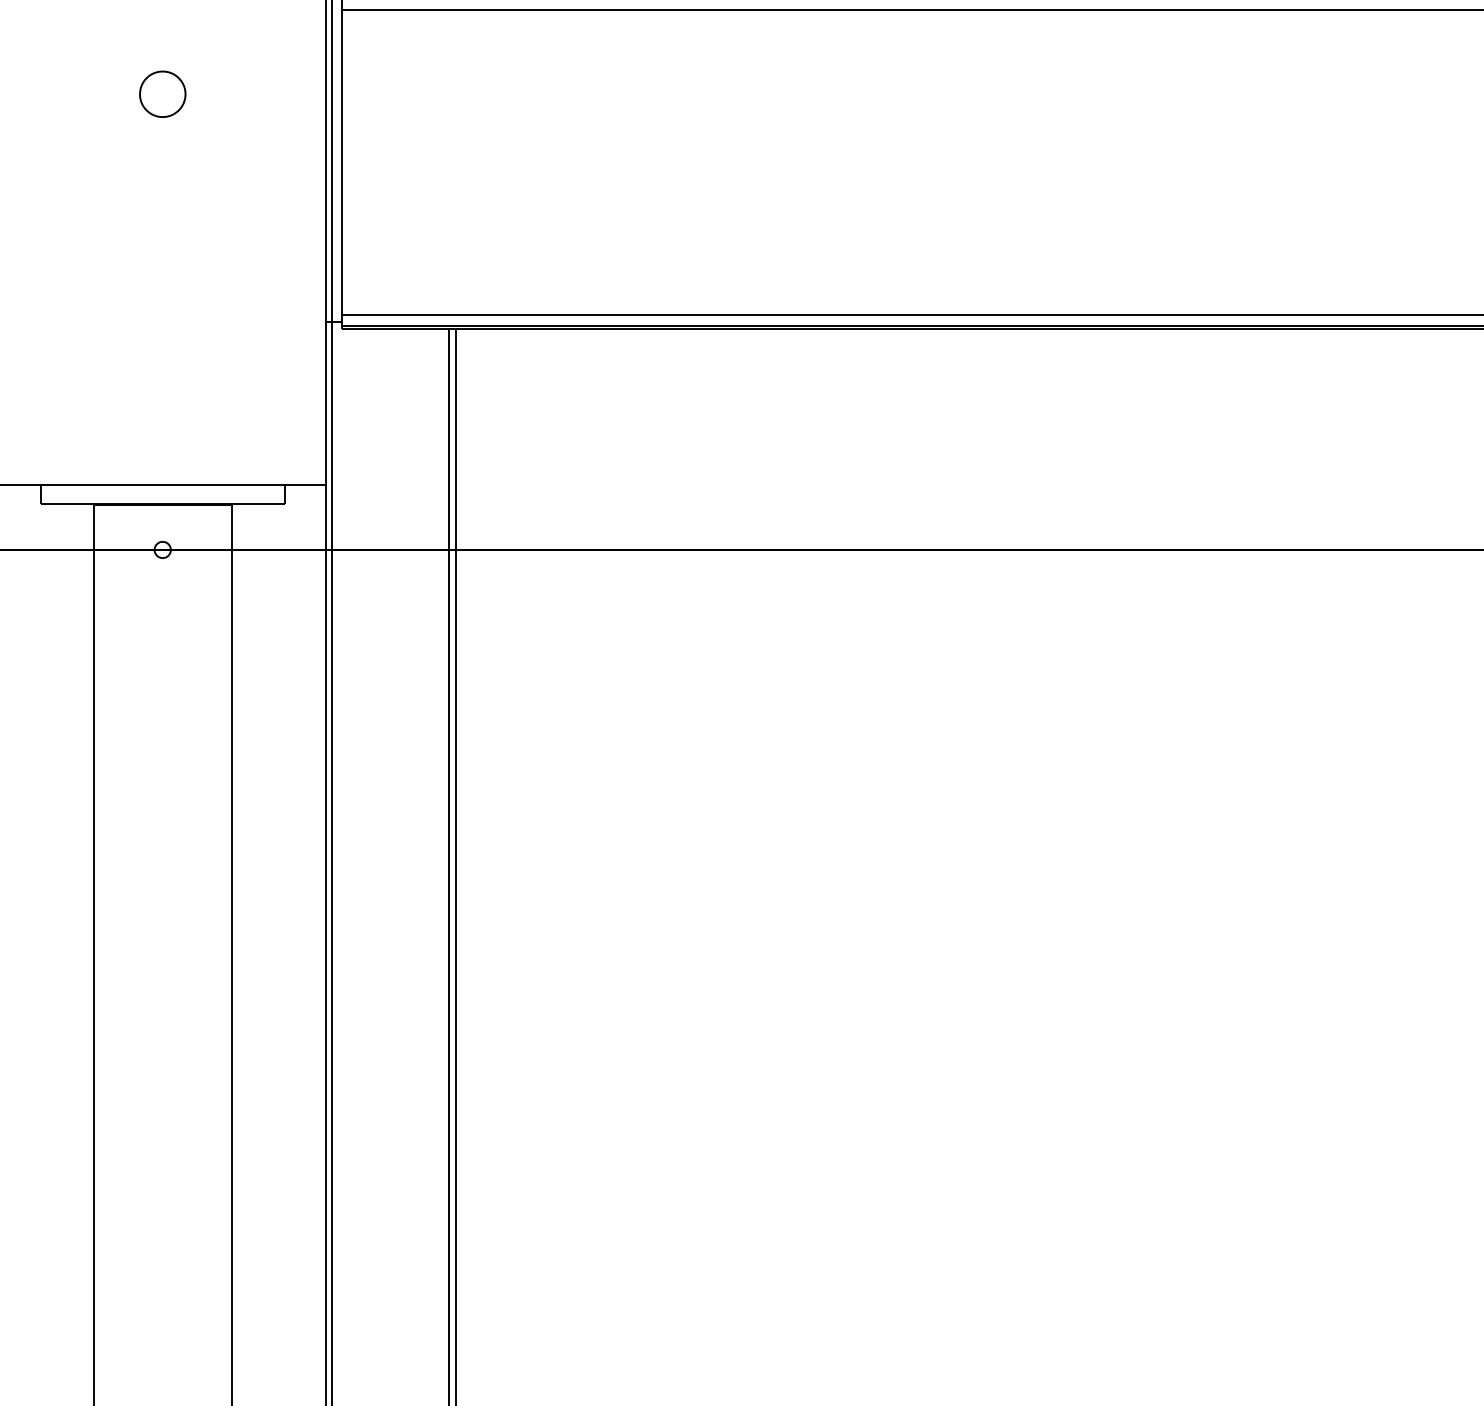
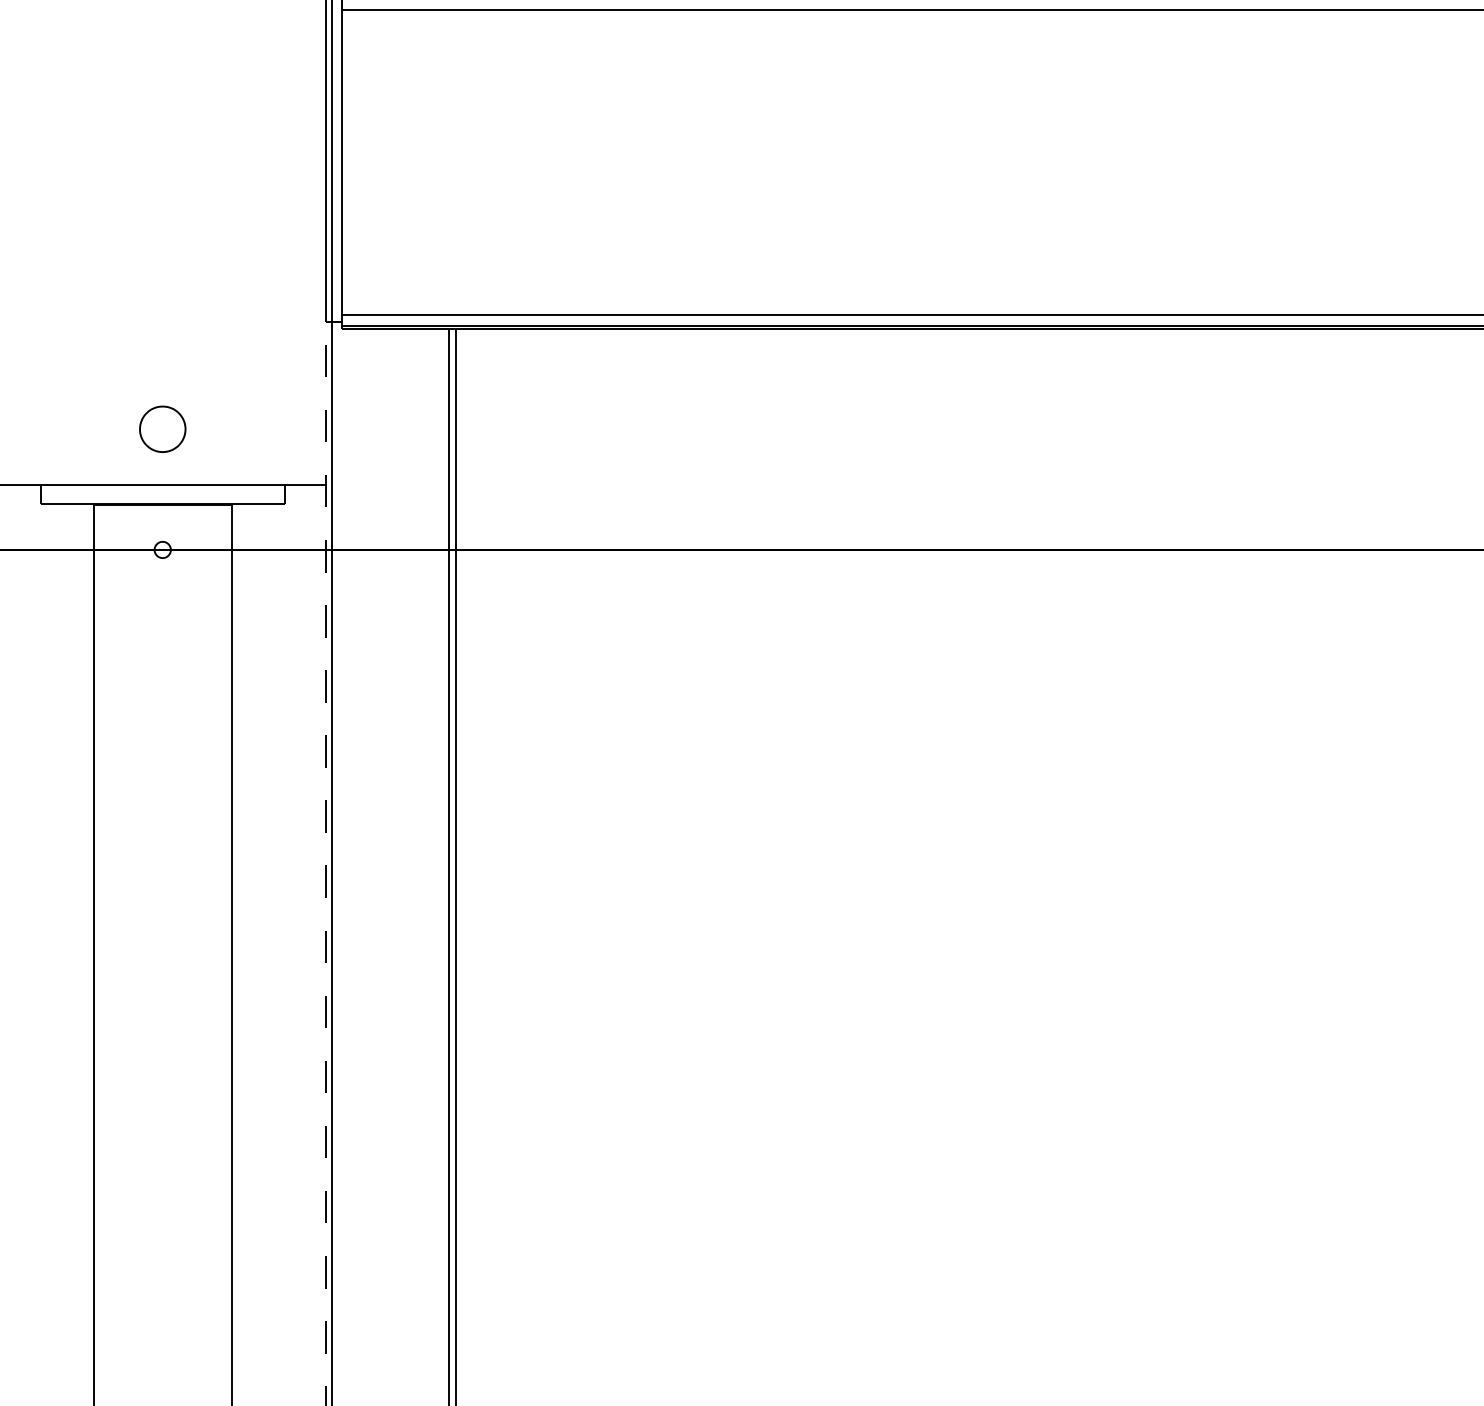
curve at (157, 73) position: (157, 73) -> (157, 408)
line at (325, 863): solid -> dashed
